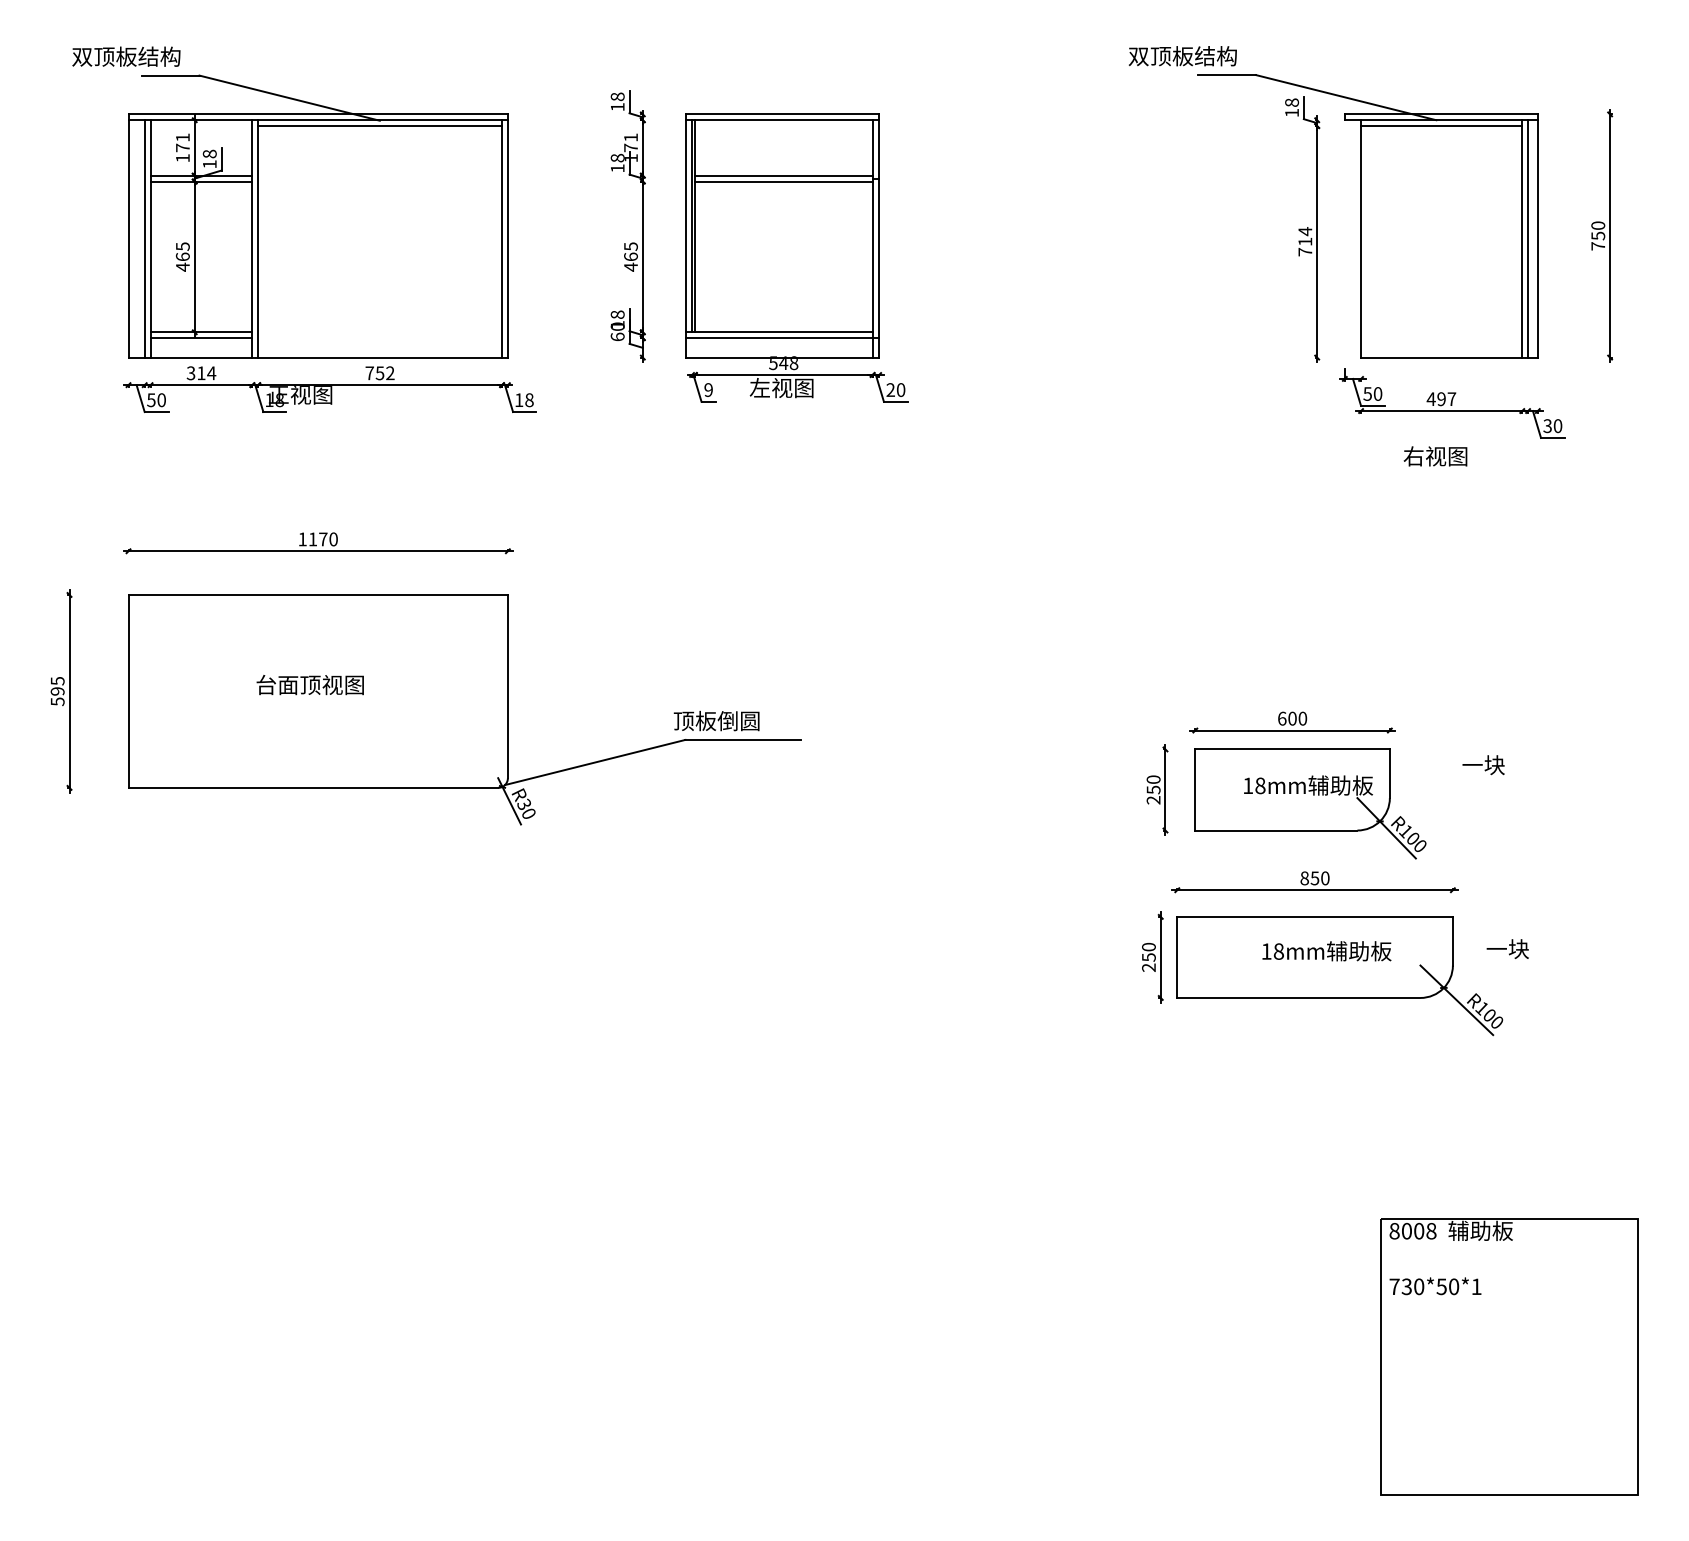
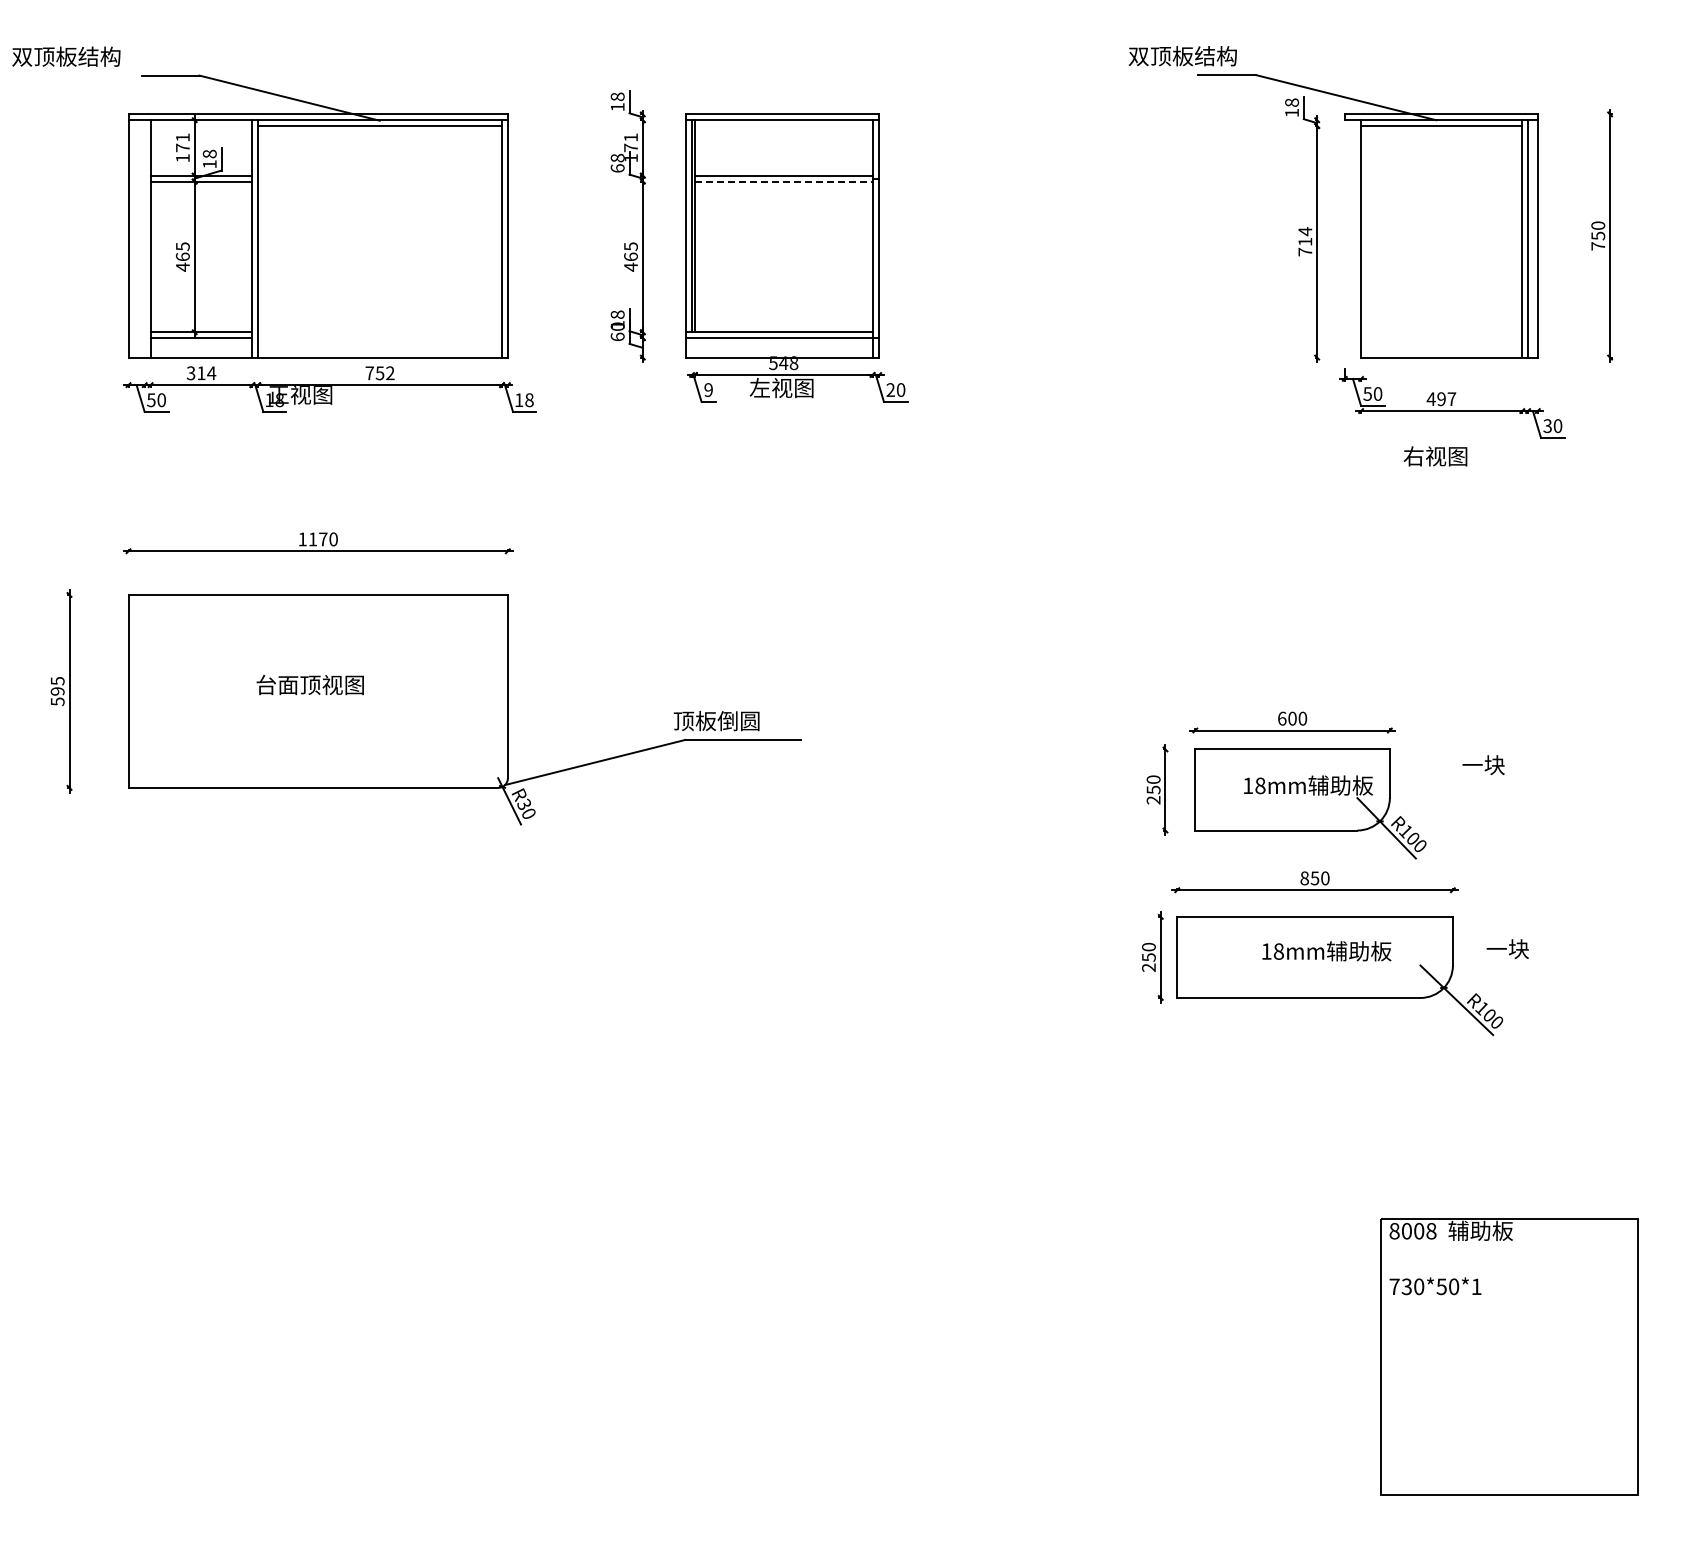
text at (126, 56) position: (126, 56) -> (66, 56)
text at (617, 168): 18 -> 68
line at (783, 181): solid -> dashed
line at (144, 238): present -> none
